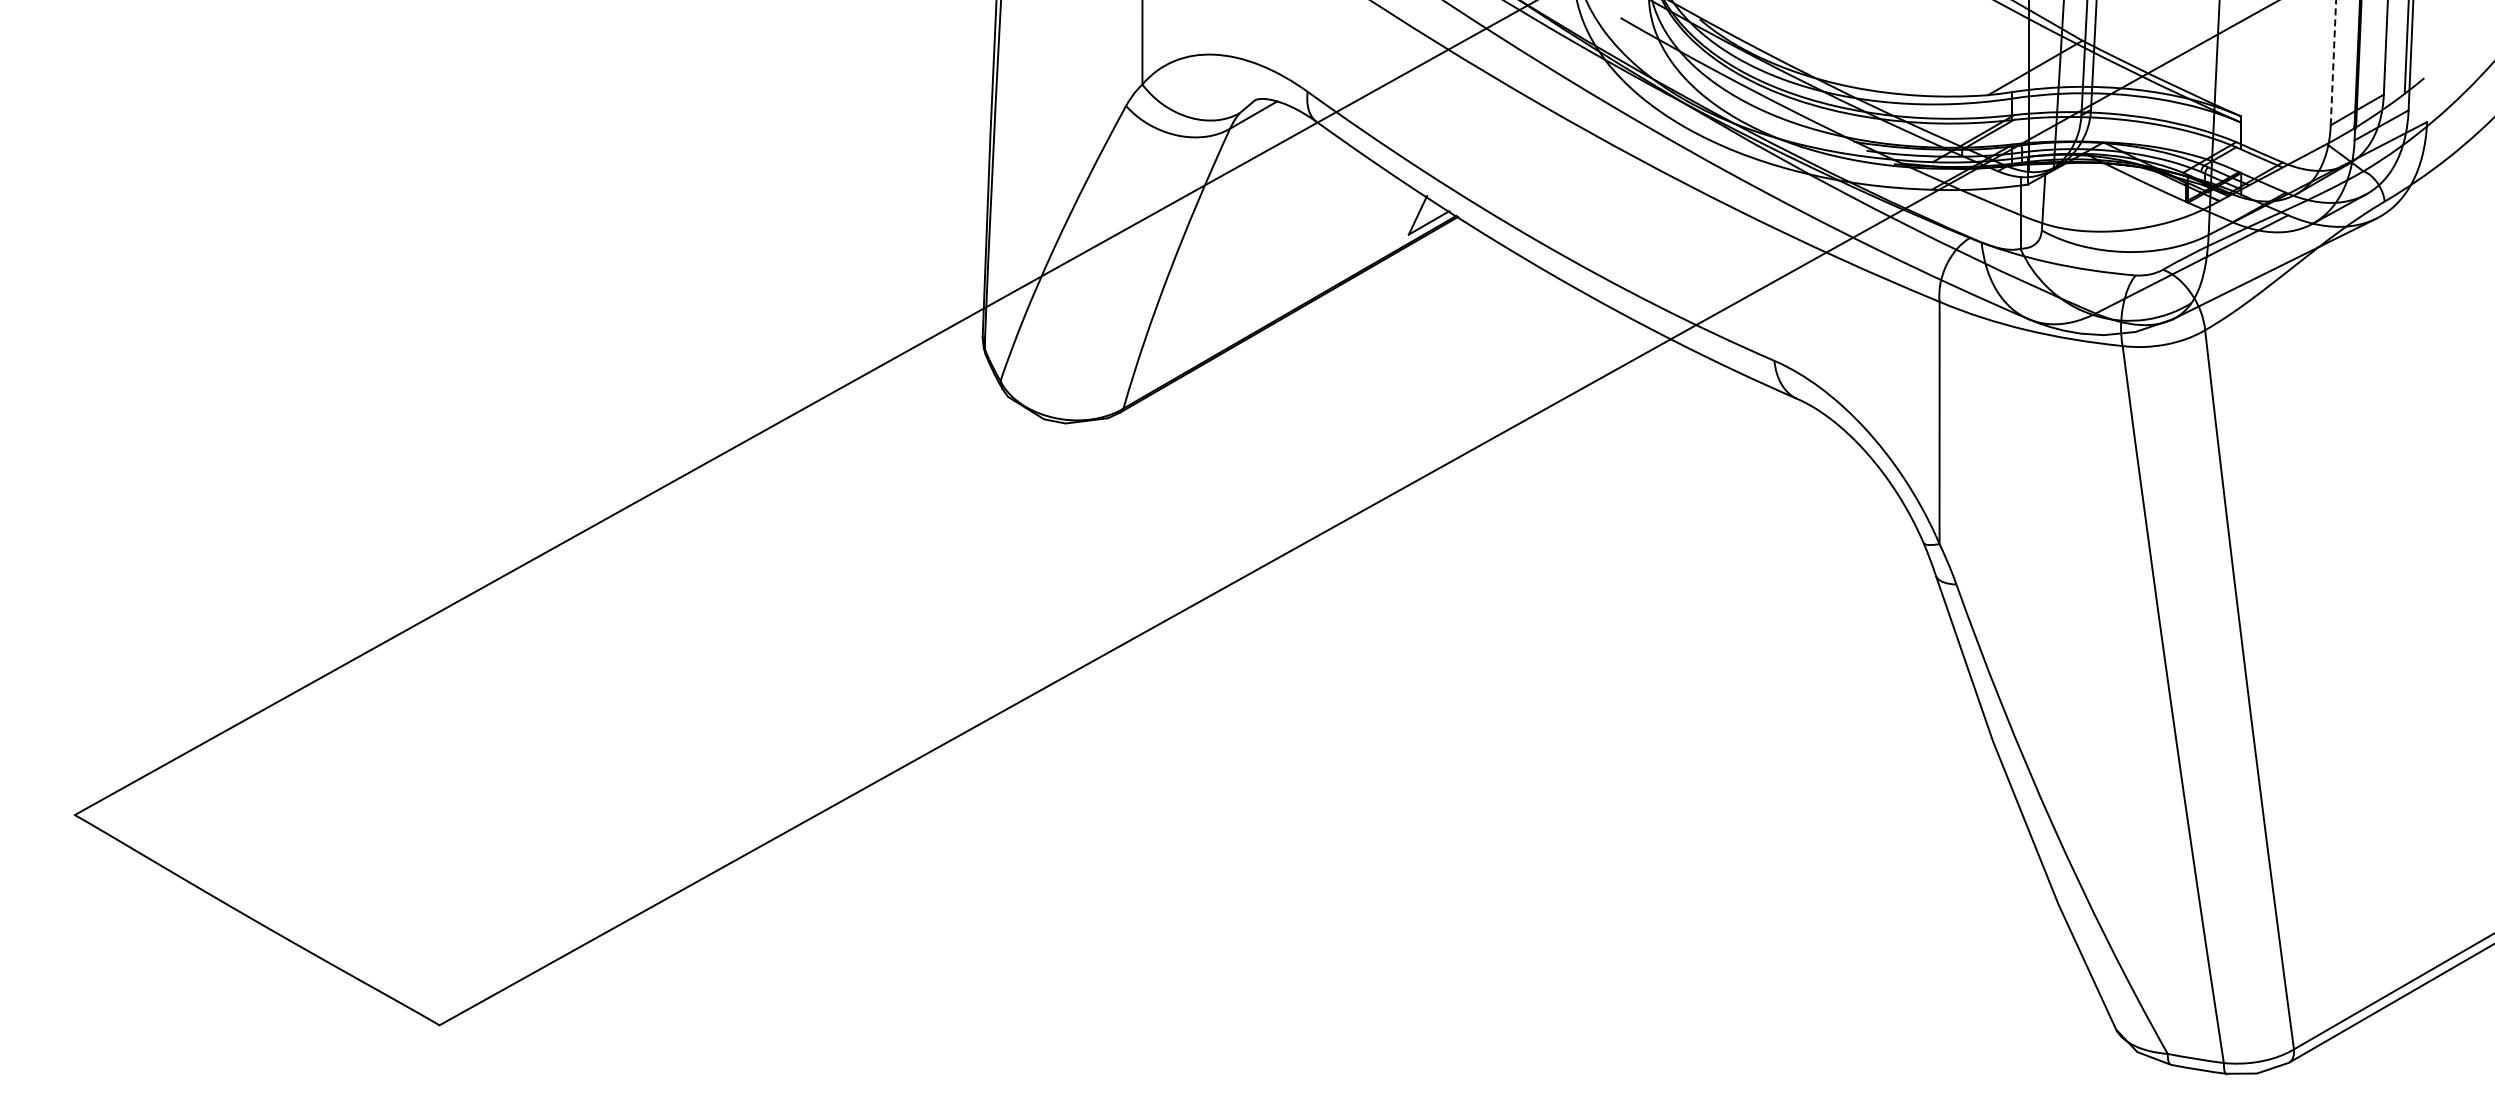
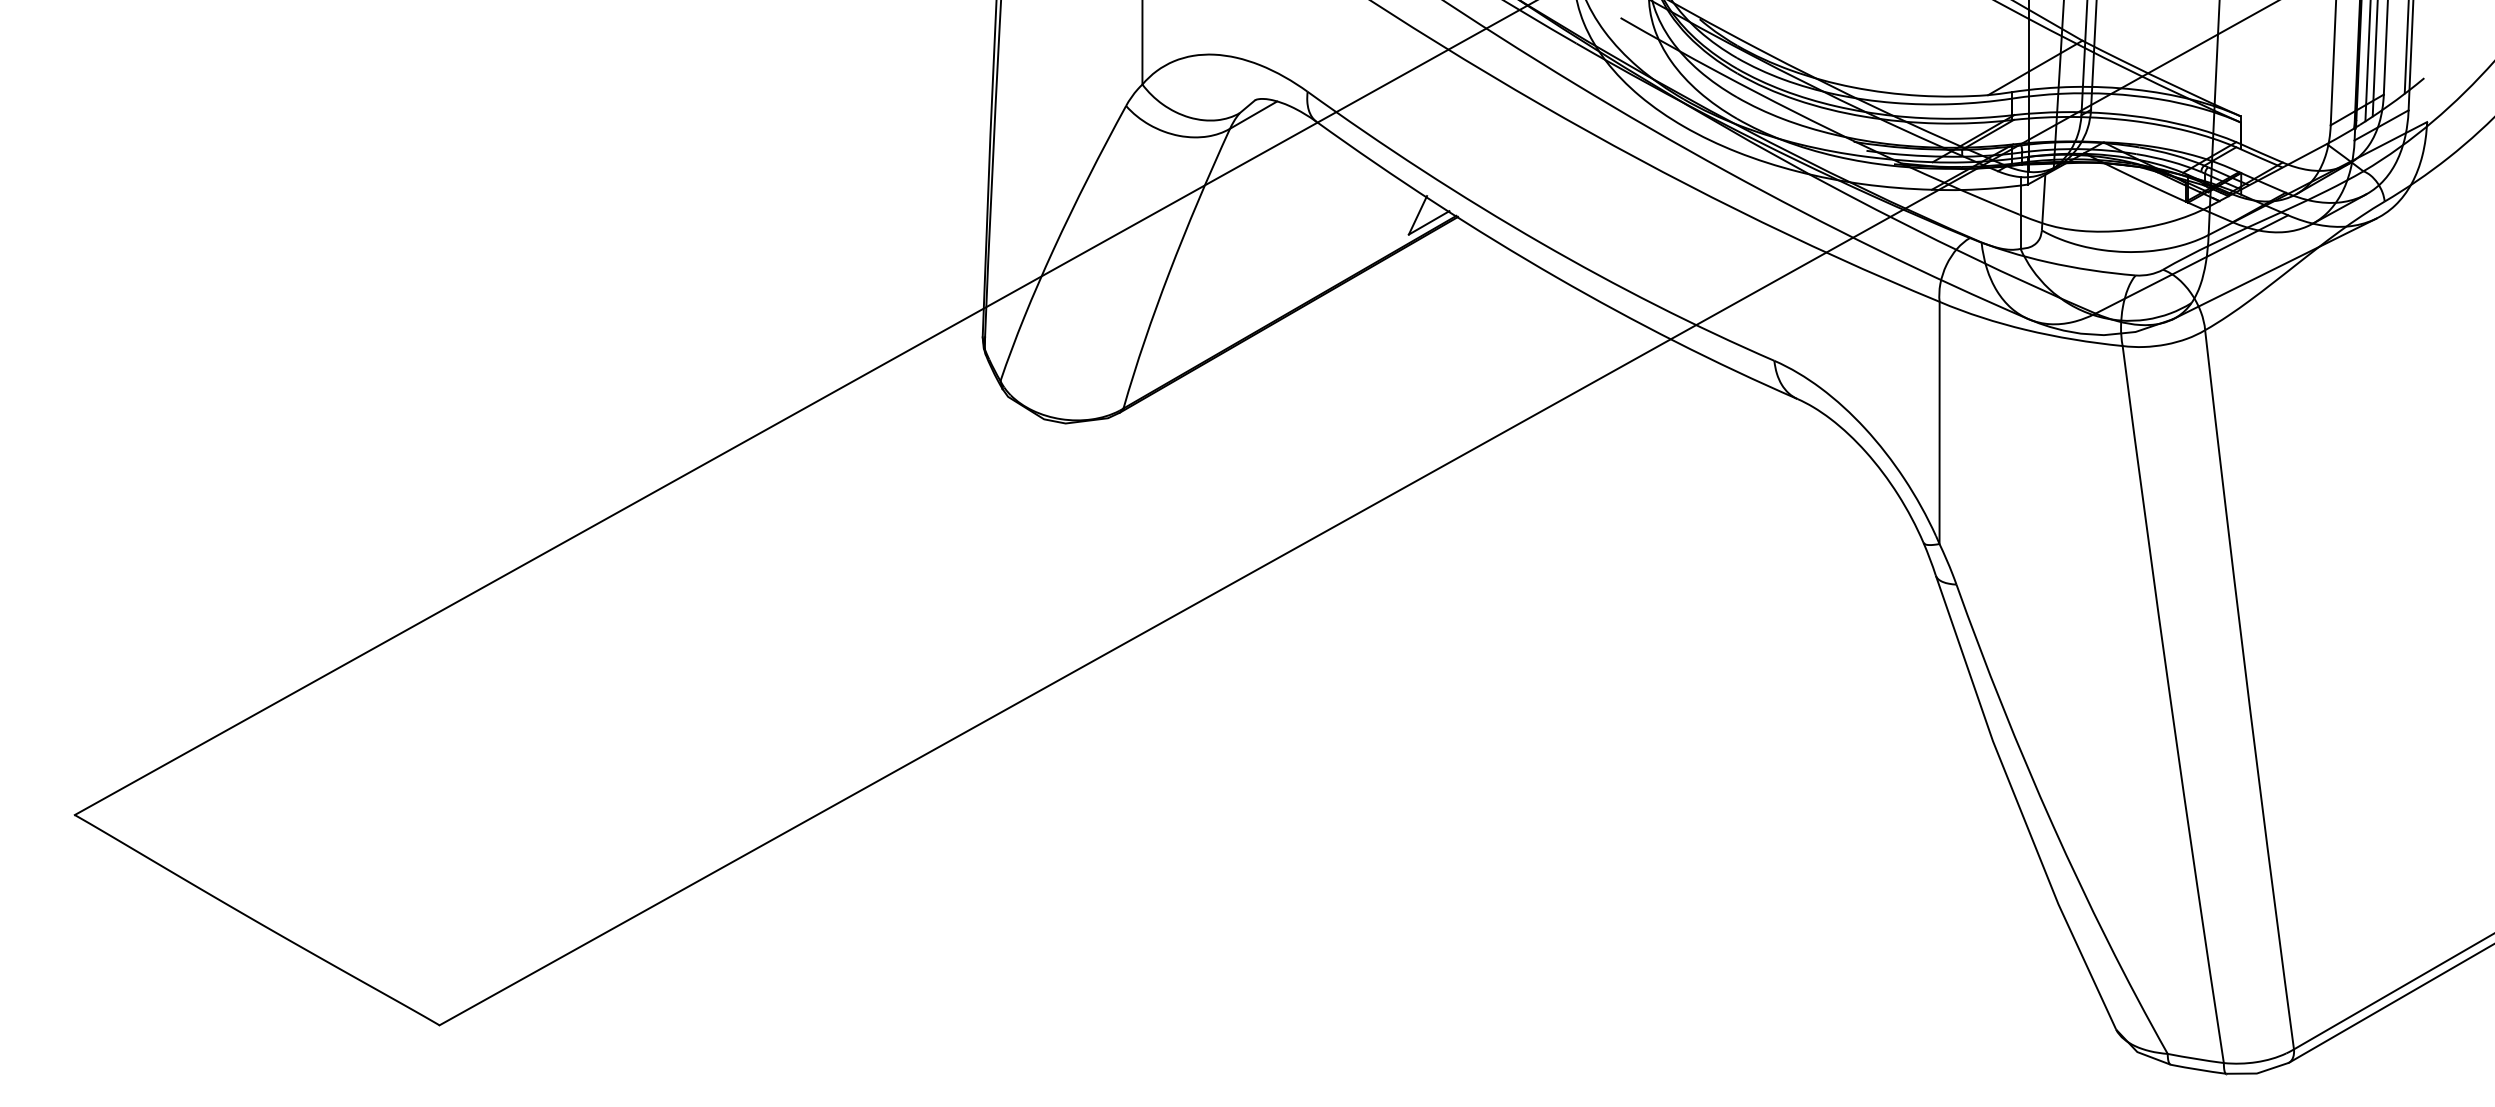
line at (2374, 59): none -> present
line at (2367, 61): none -> present
line at (2333, 62): dashed -> solid
